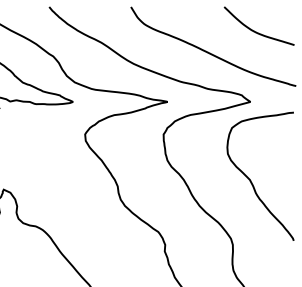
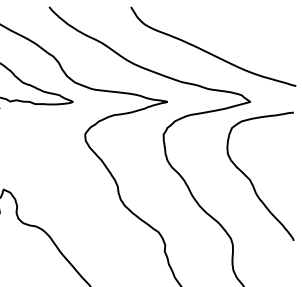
curve at (256, 31): present -> none
